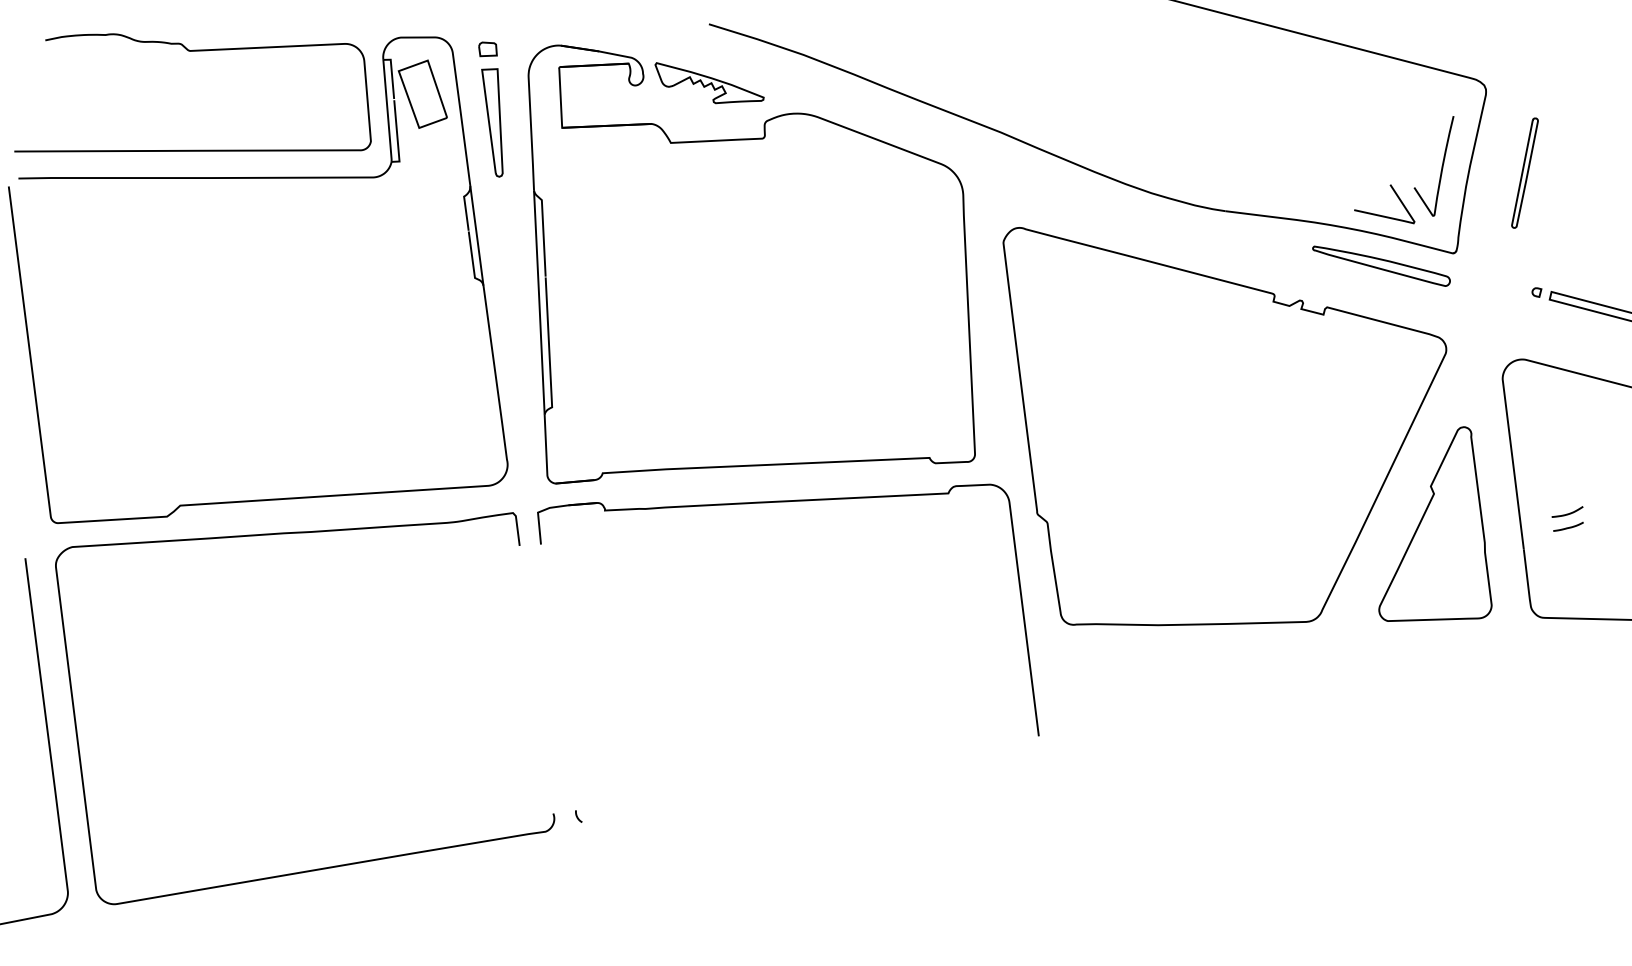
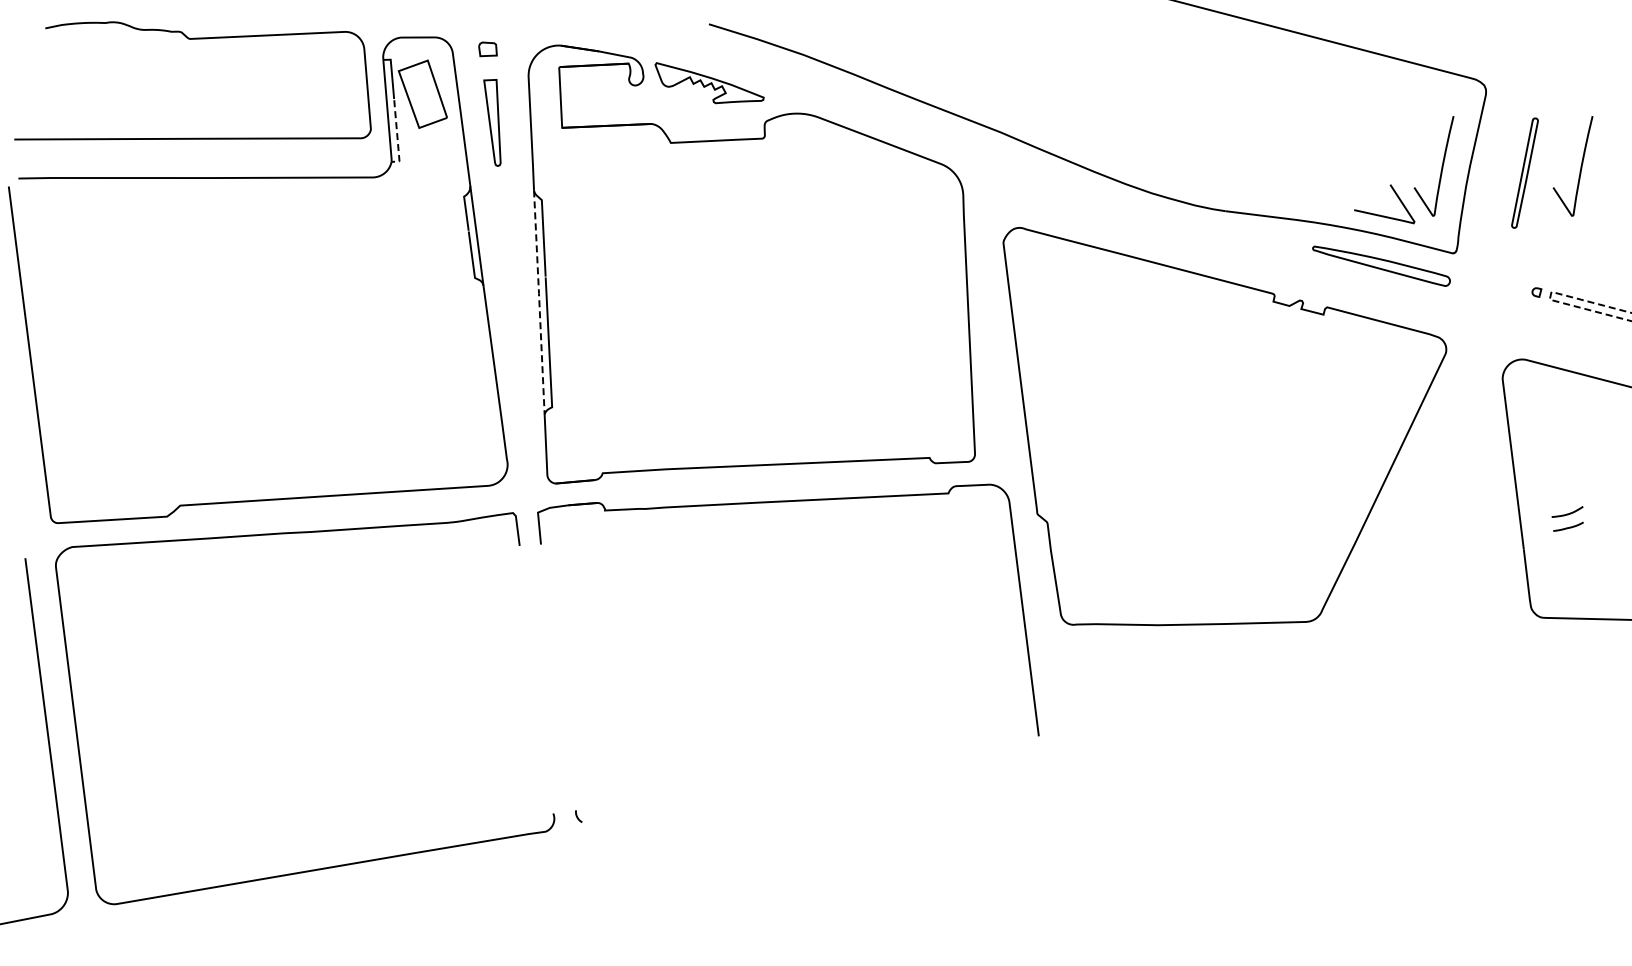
curve at (192, 51) position: (192, 51) -> (192, 39)
part at (492, 122) size: 23x110 px -> 19x88 px
line at (397, 135): solid -> dashed
curve at (1580, 166): none -> present
line at (1550, 296): solid -> dashed
line at (539, 302): solid -> dashed
part at (1435, 523): present -> none
